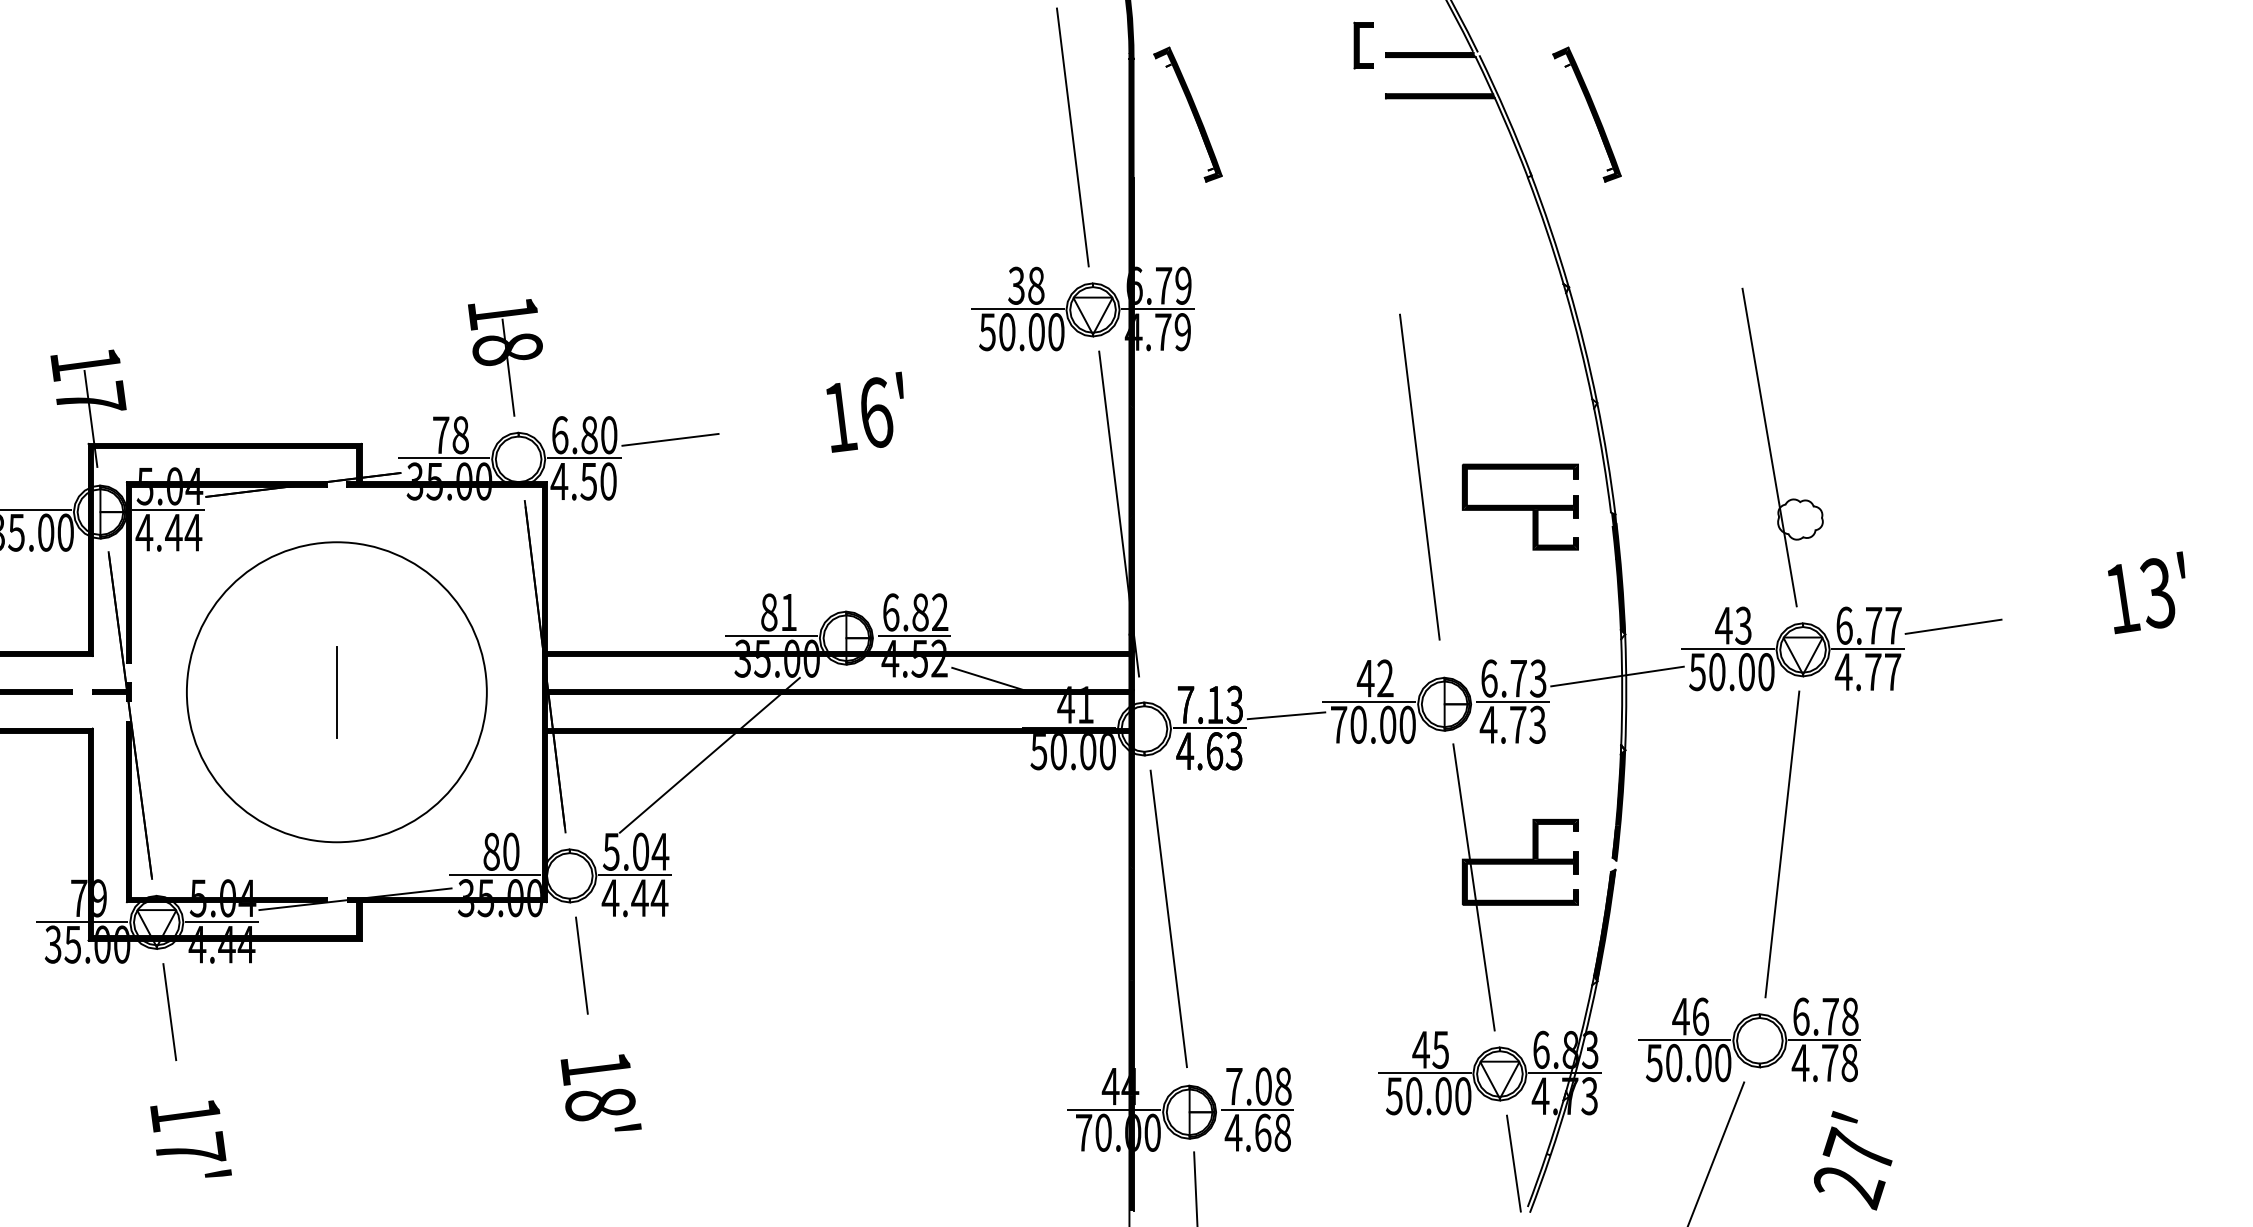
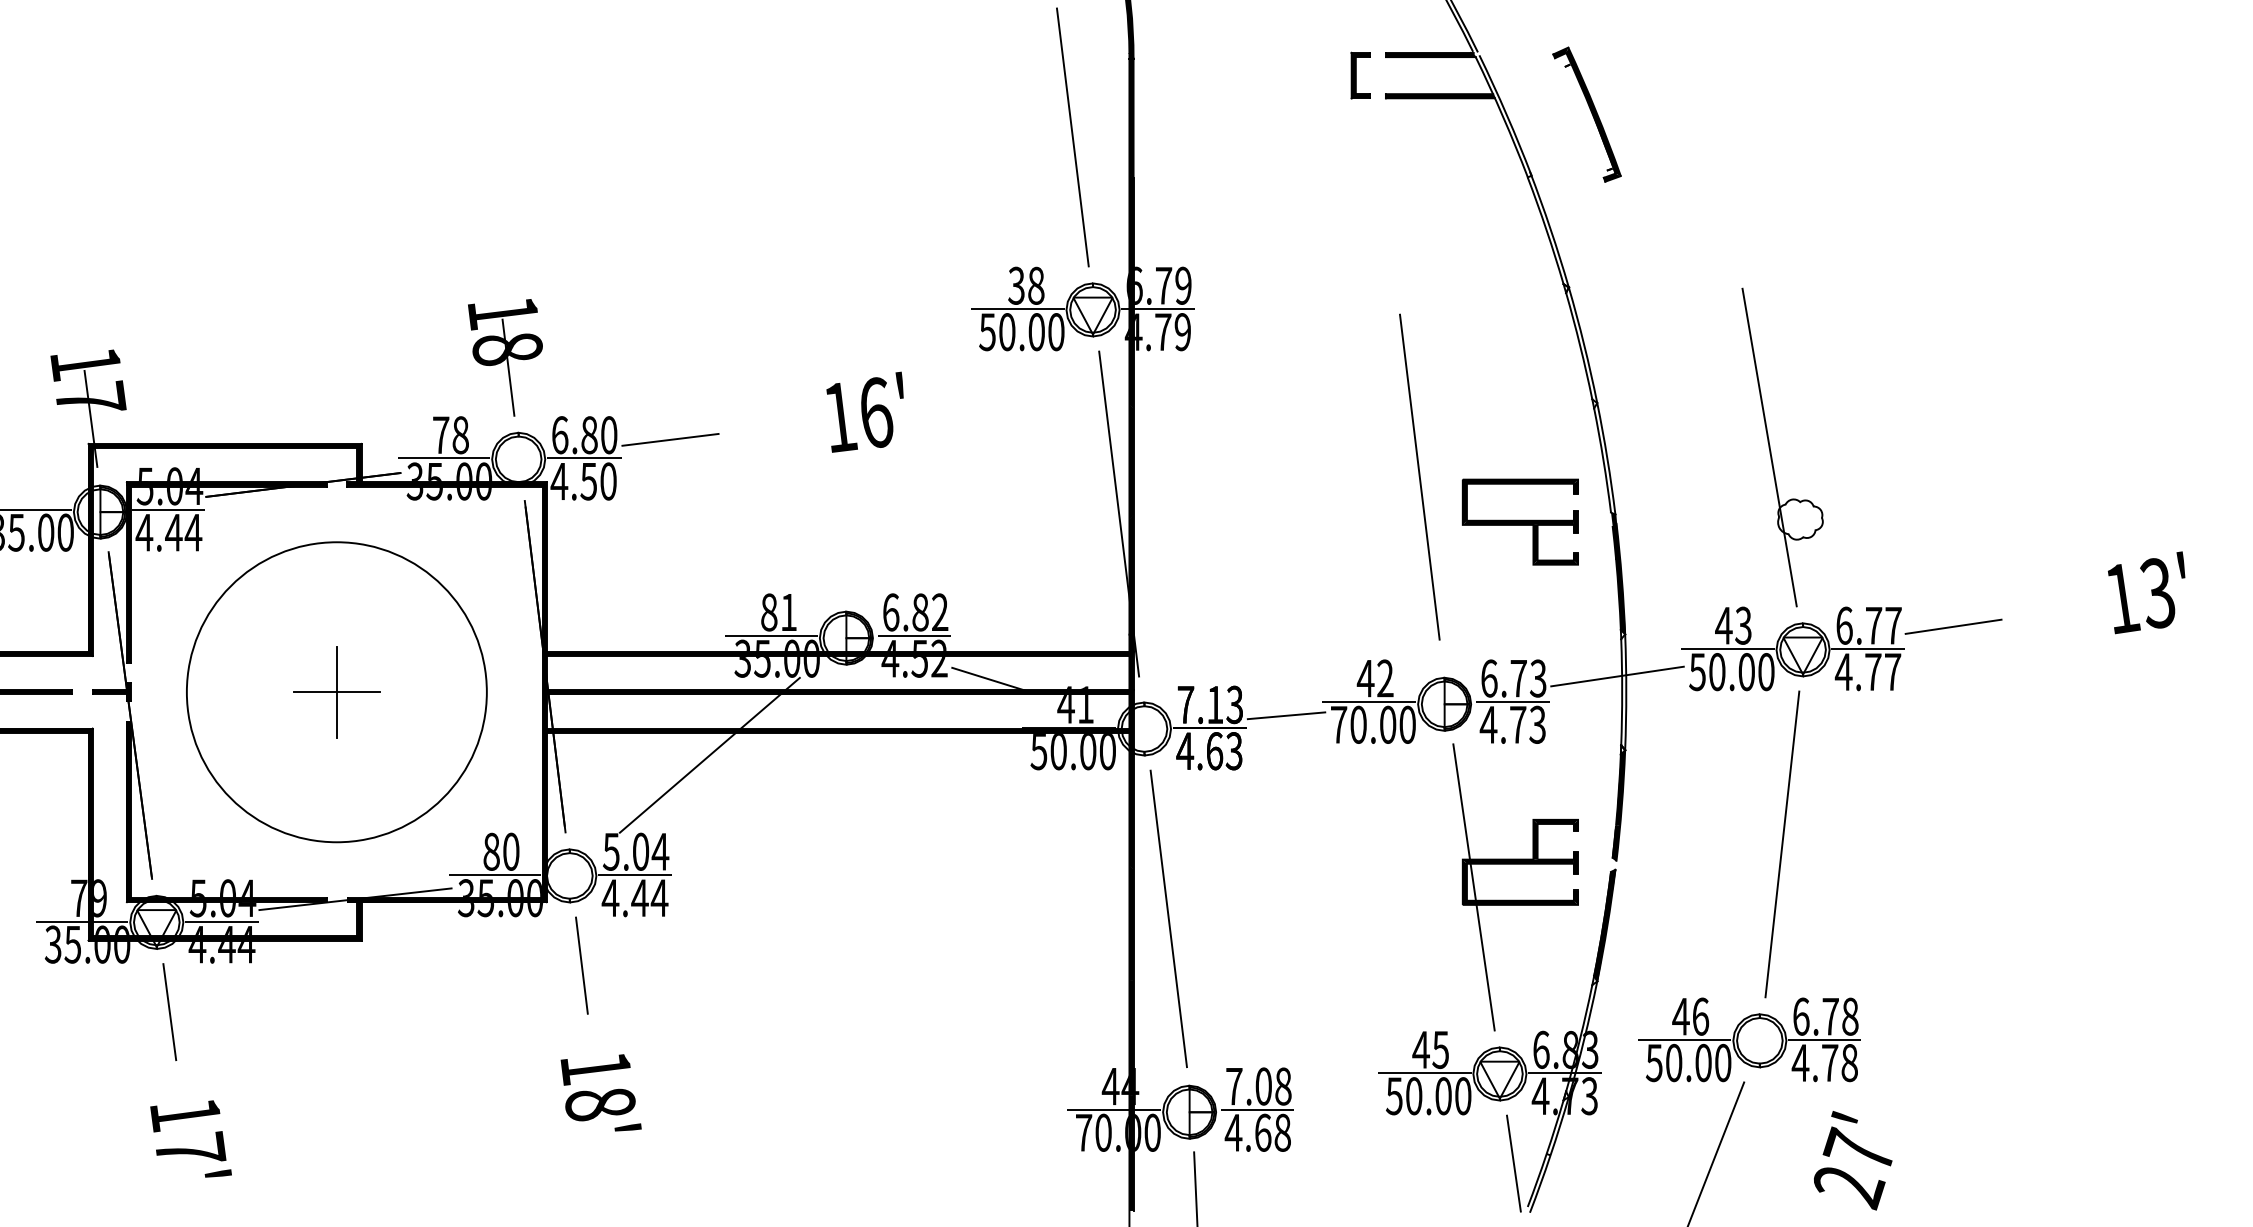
part at (1363, 45) position: (1363, 45) -> (1360, 75)
part at (1187, 114): present -> none
part at (1519, 506) position: (1519, 506) -> (1519, 521)
line at (336, 692): none -> present
